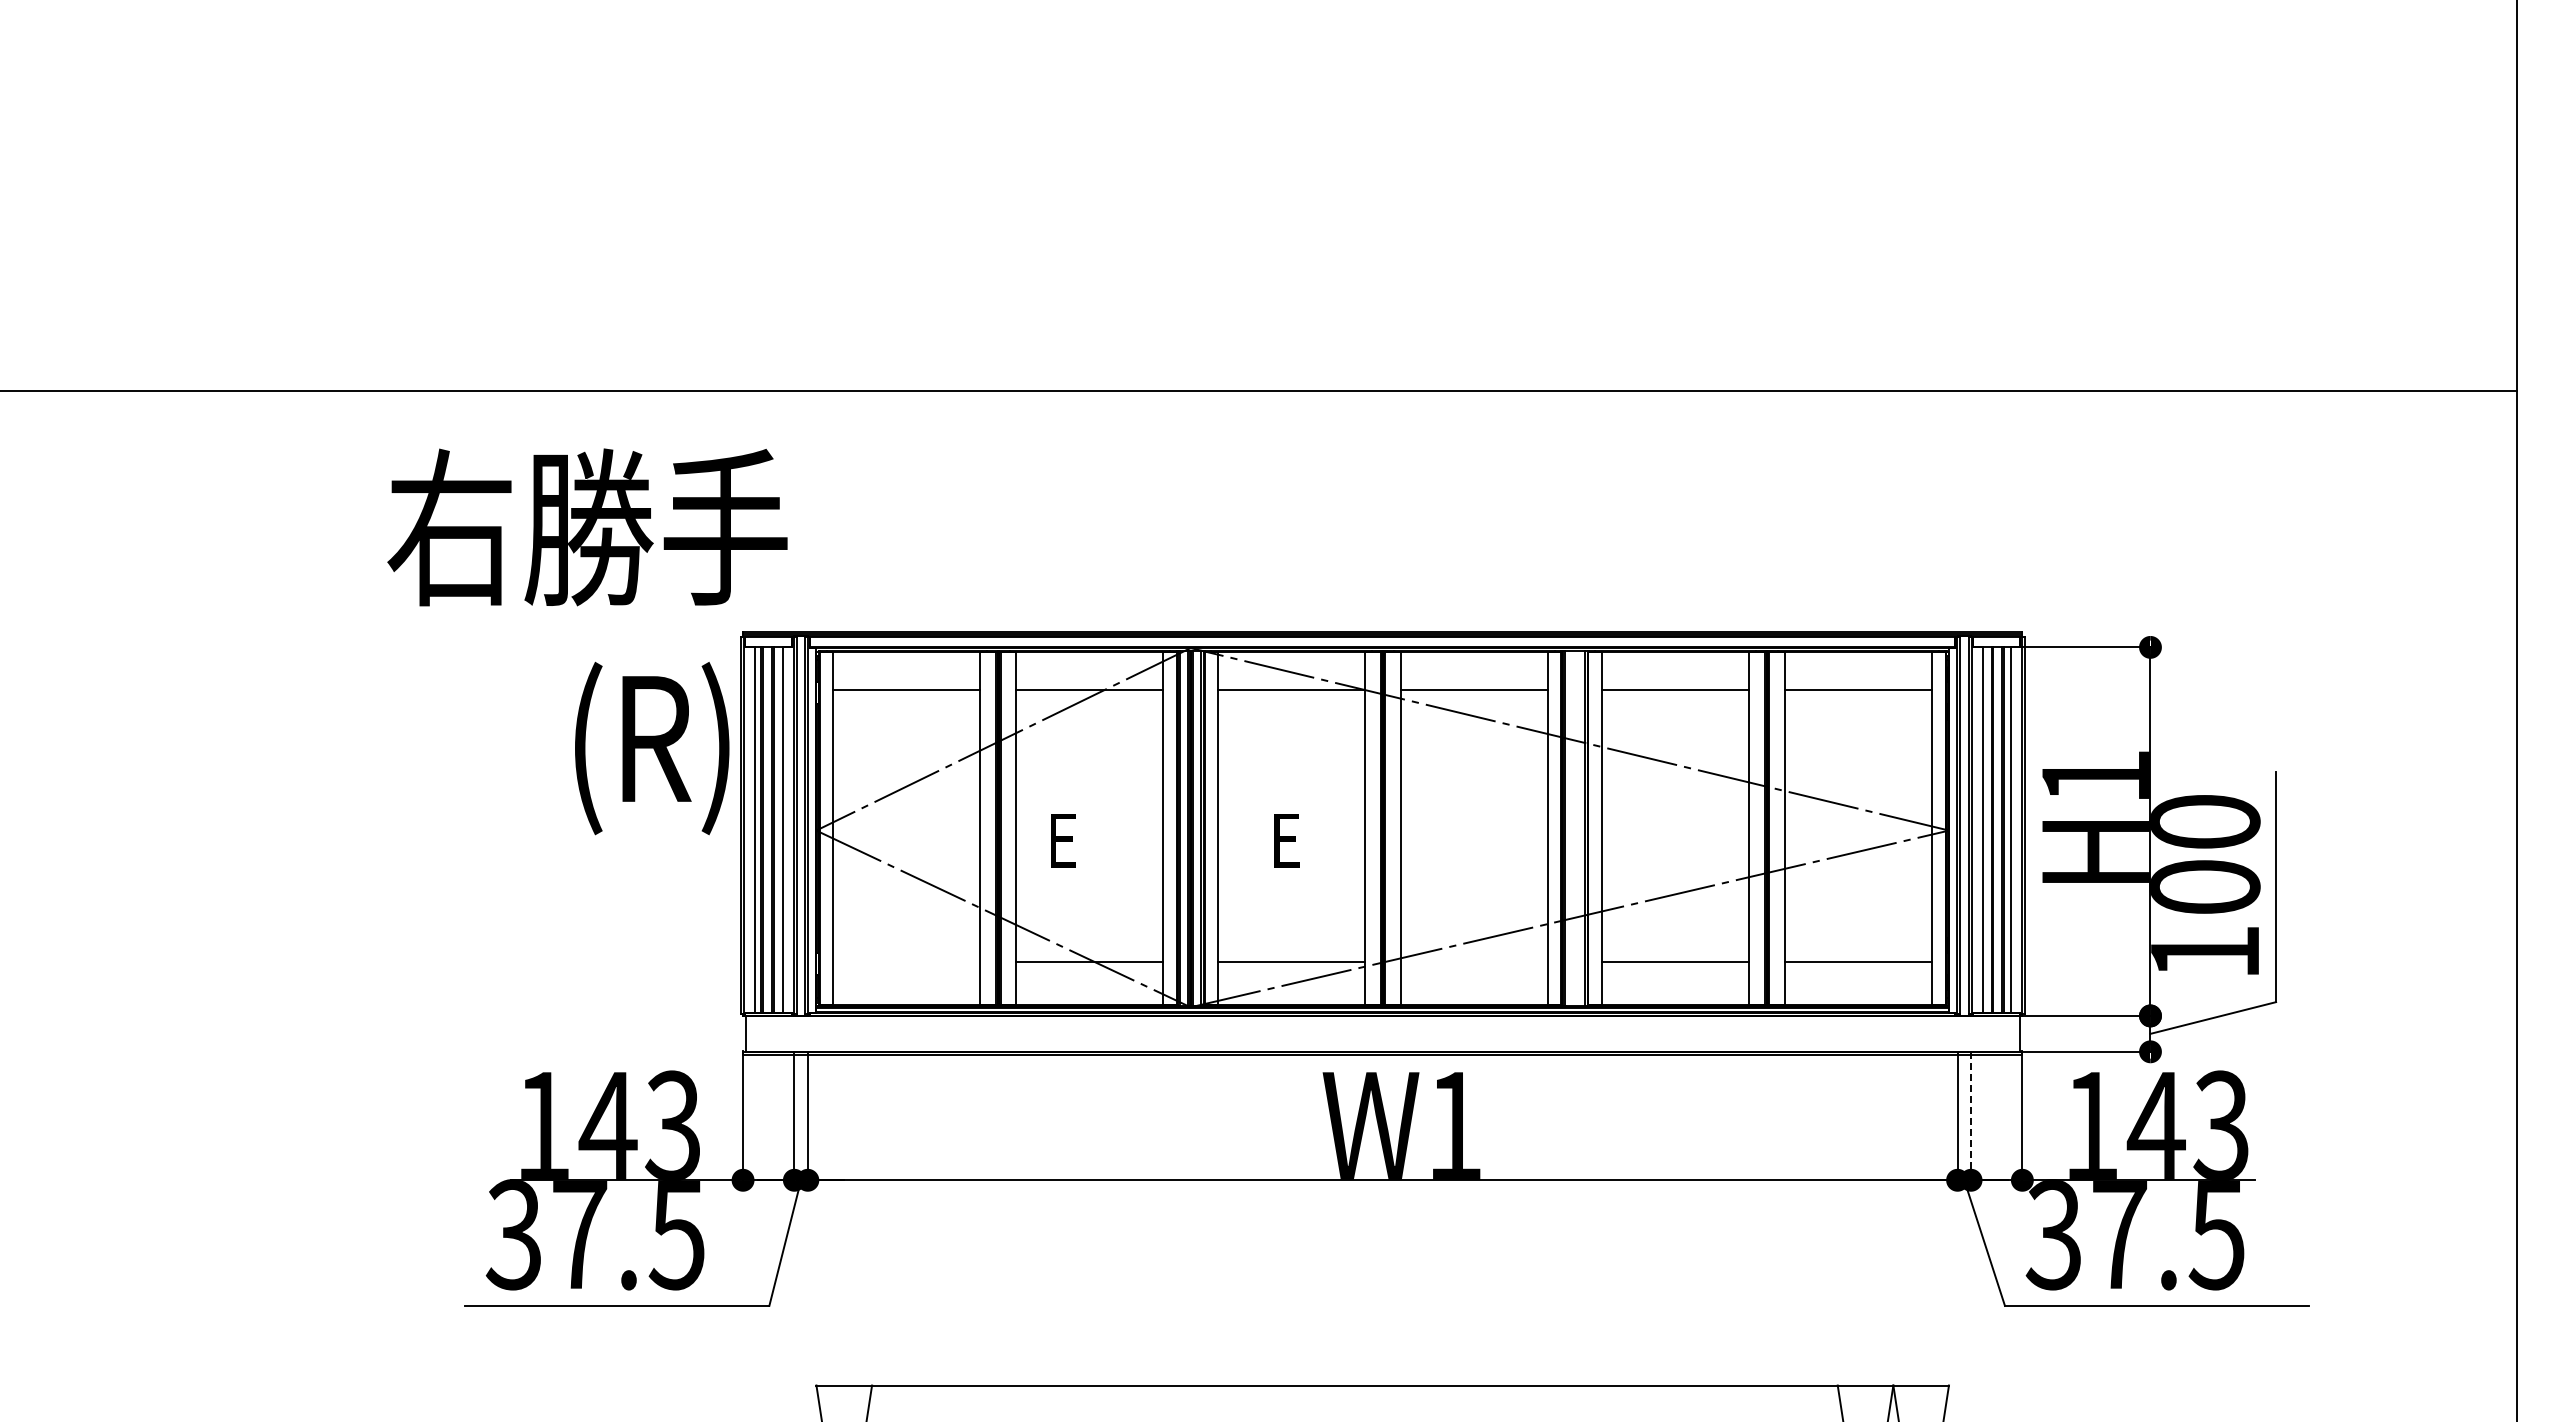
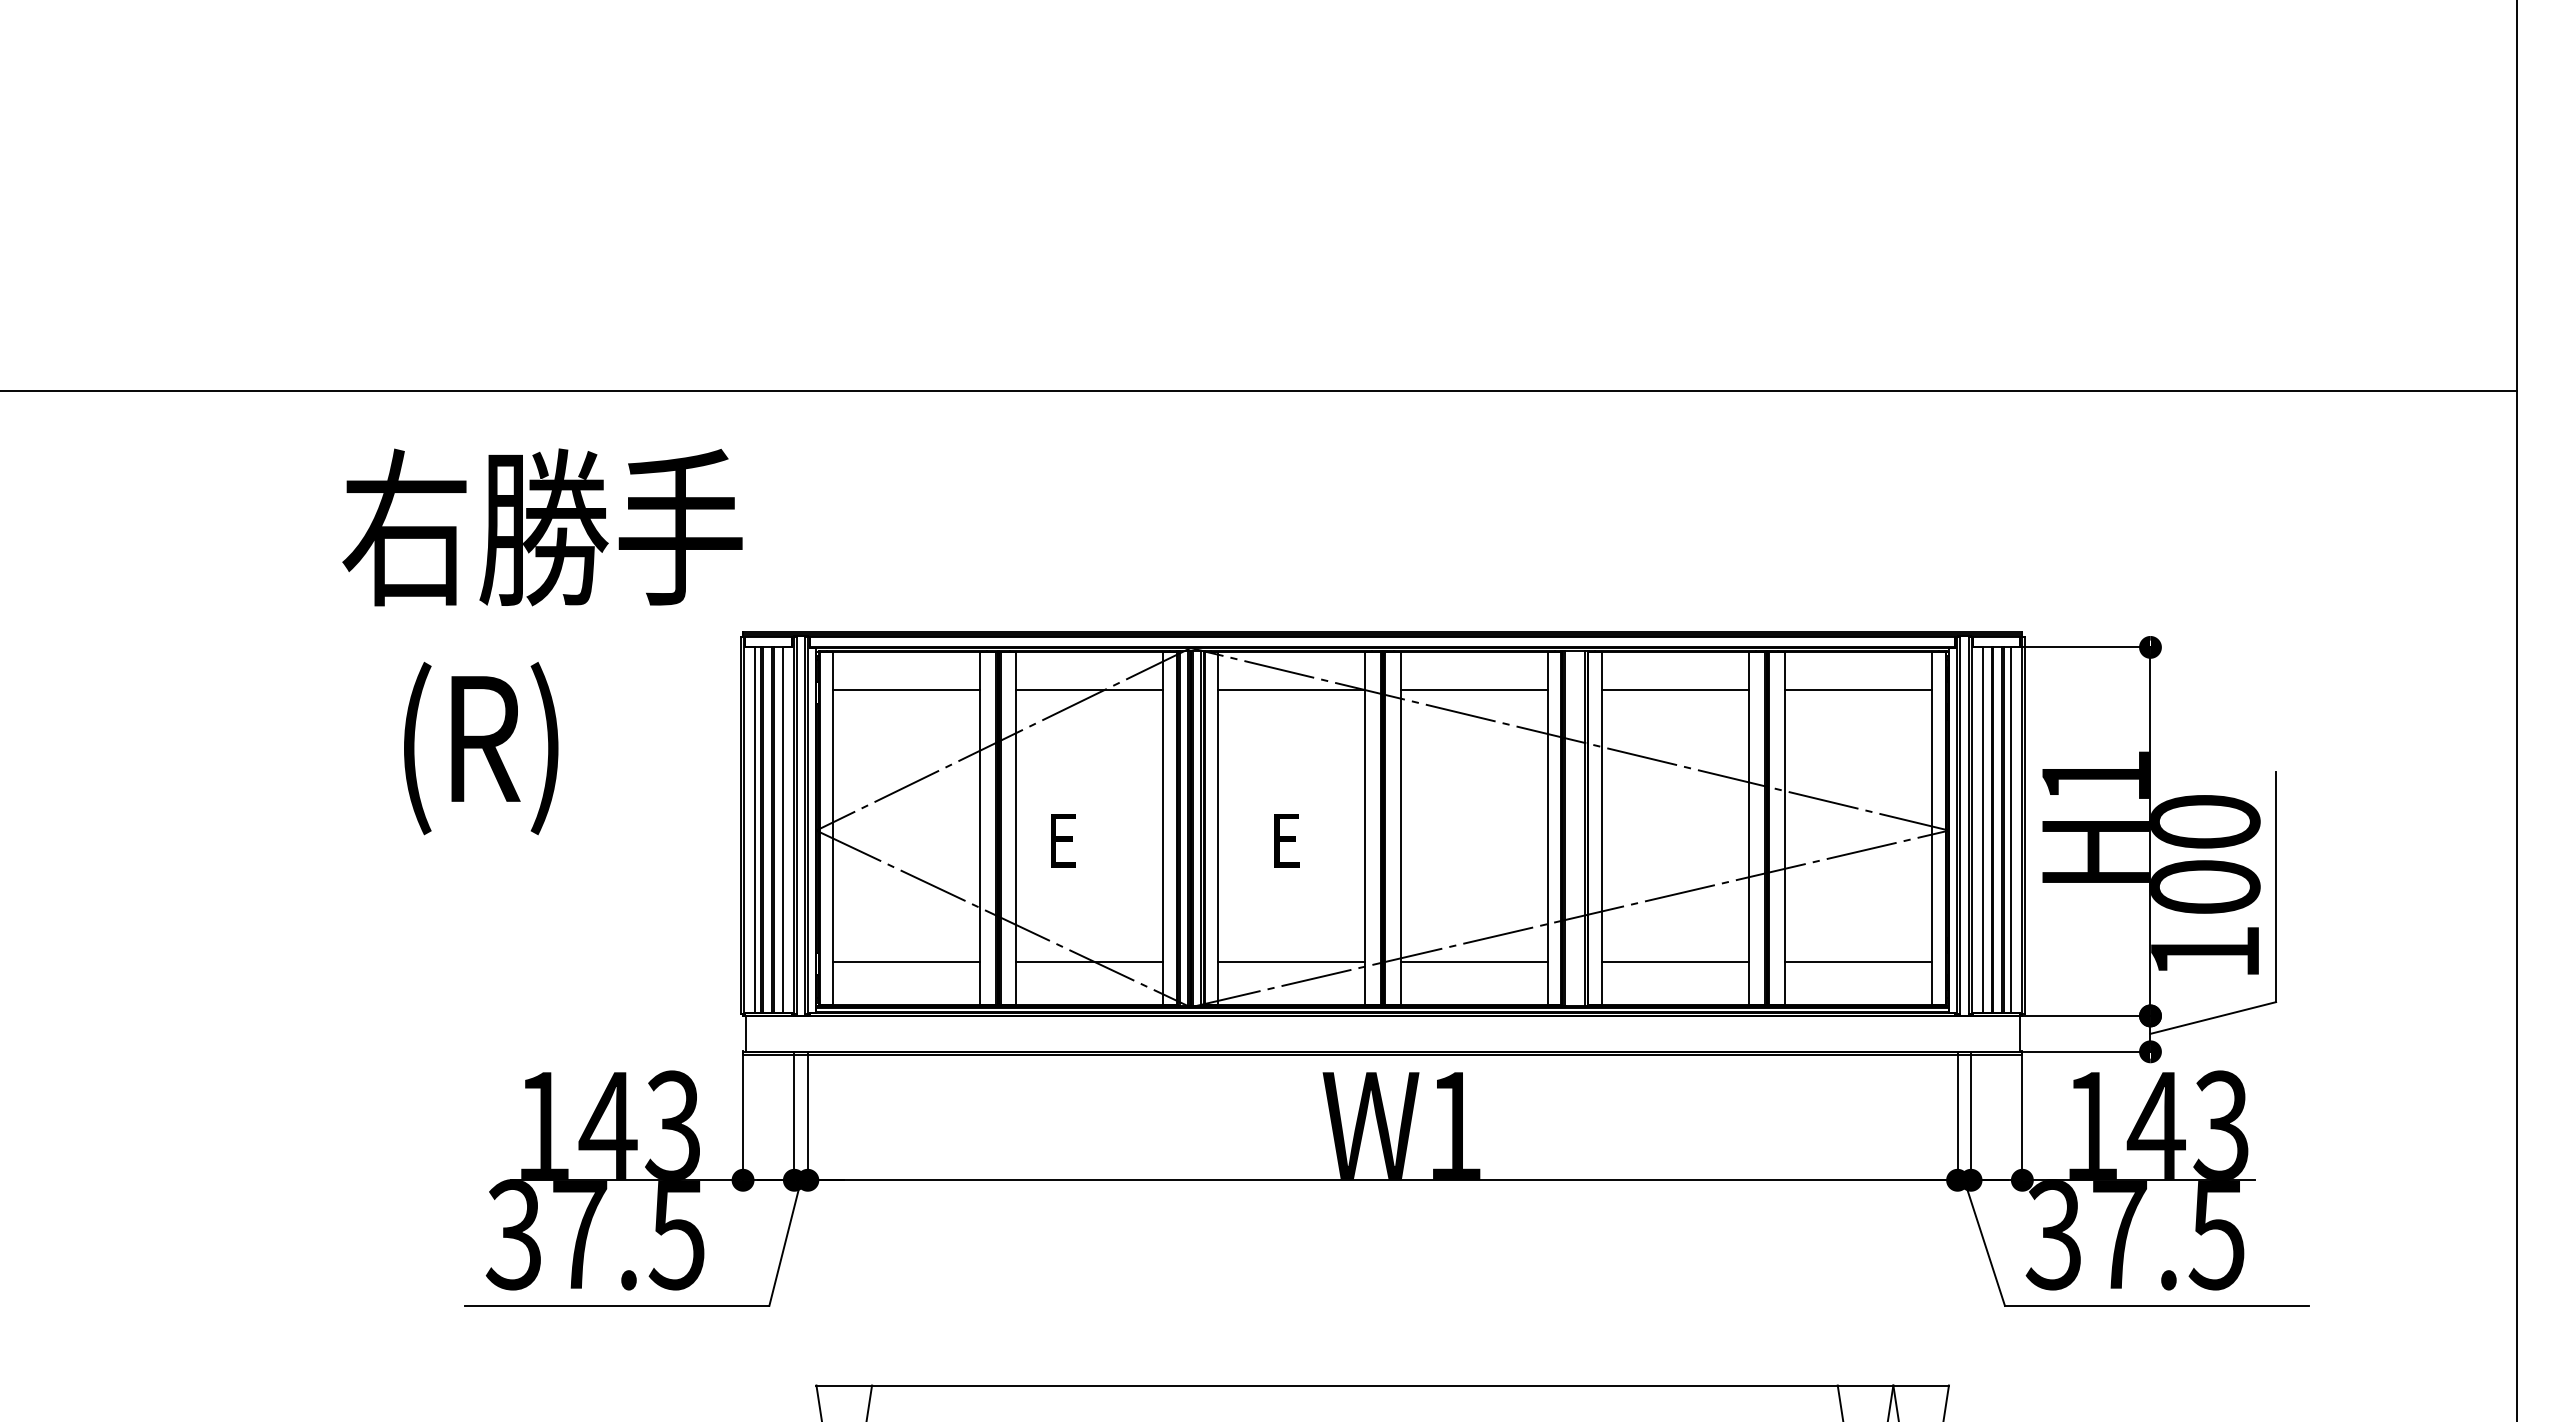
text at (587, 527) position: (587, 527) -> (542, 527)
text at (652, 748) position: (652, 748) -> (481, 748)
line at (906, 962): none -> present
line at (1474, 962): none -> present
line at (1971, 1116): dashed -> solid
